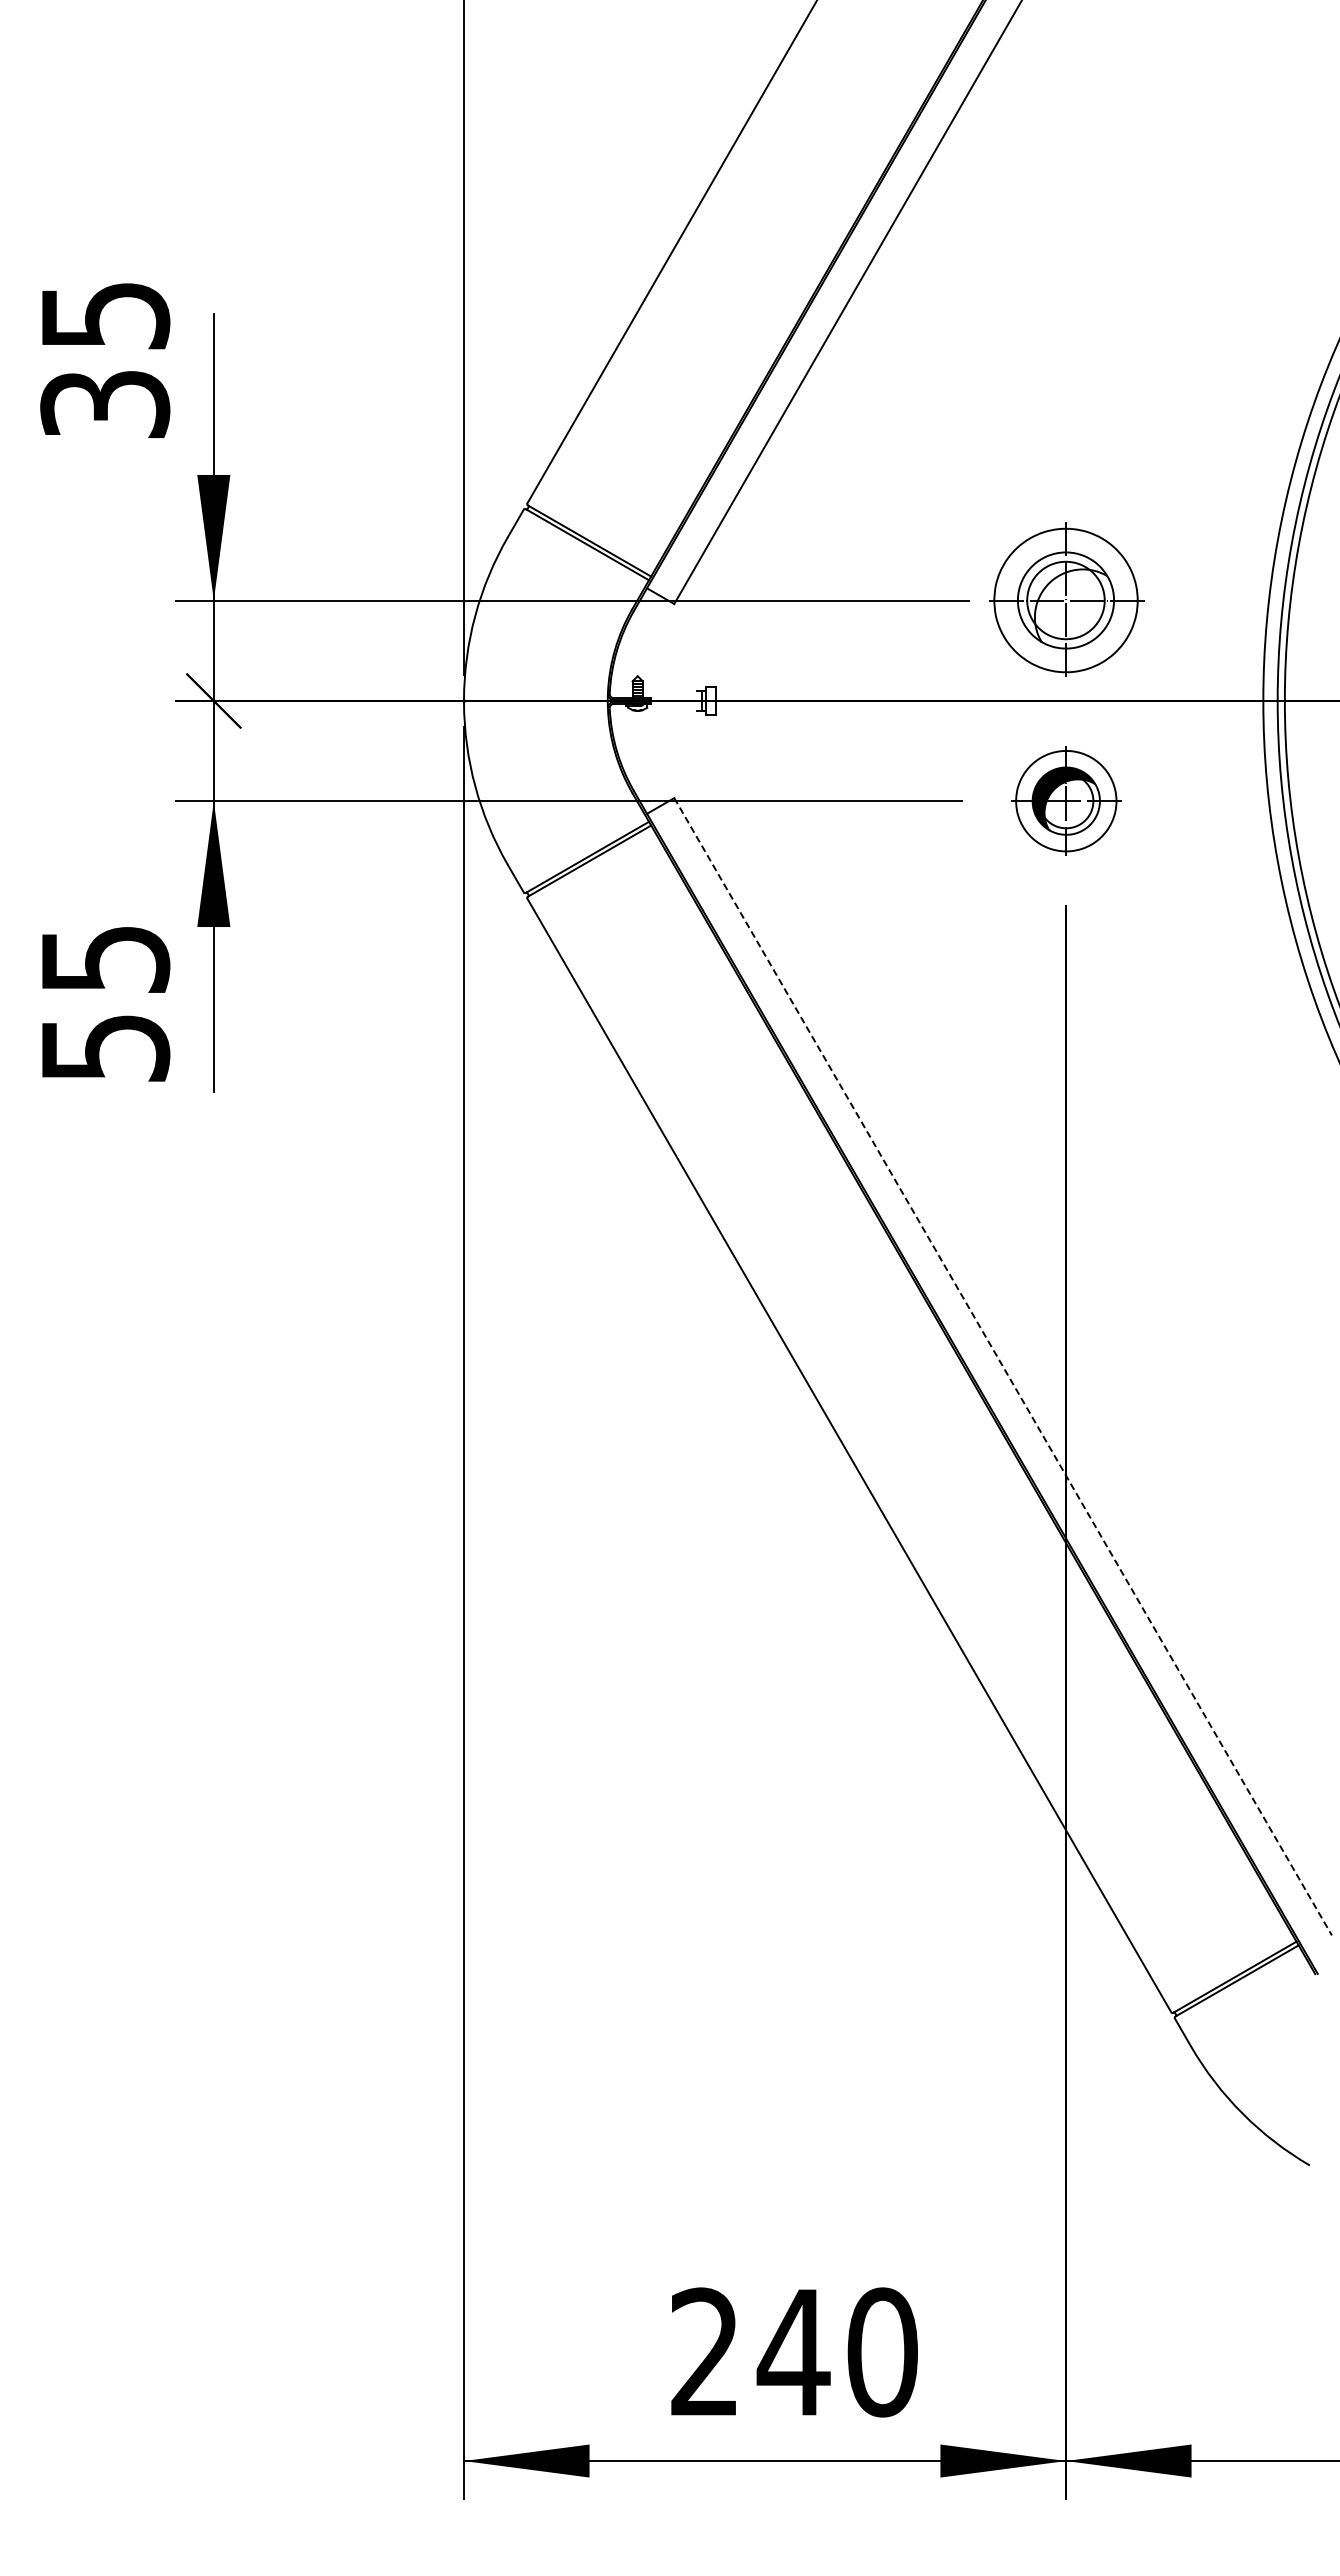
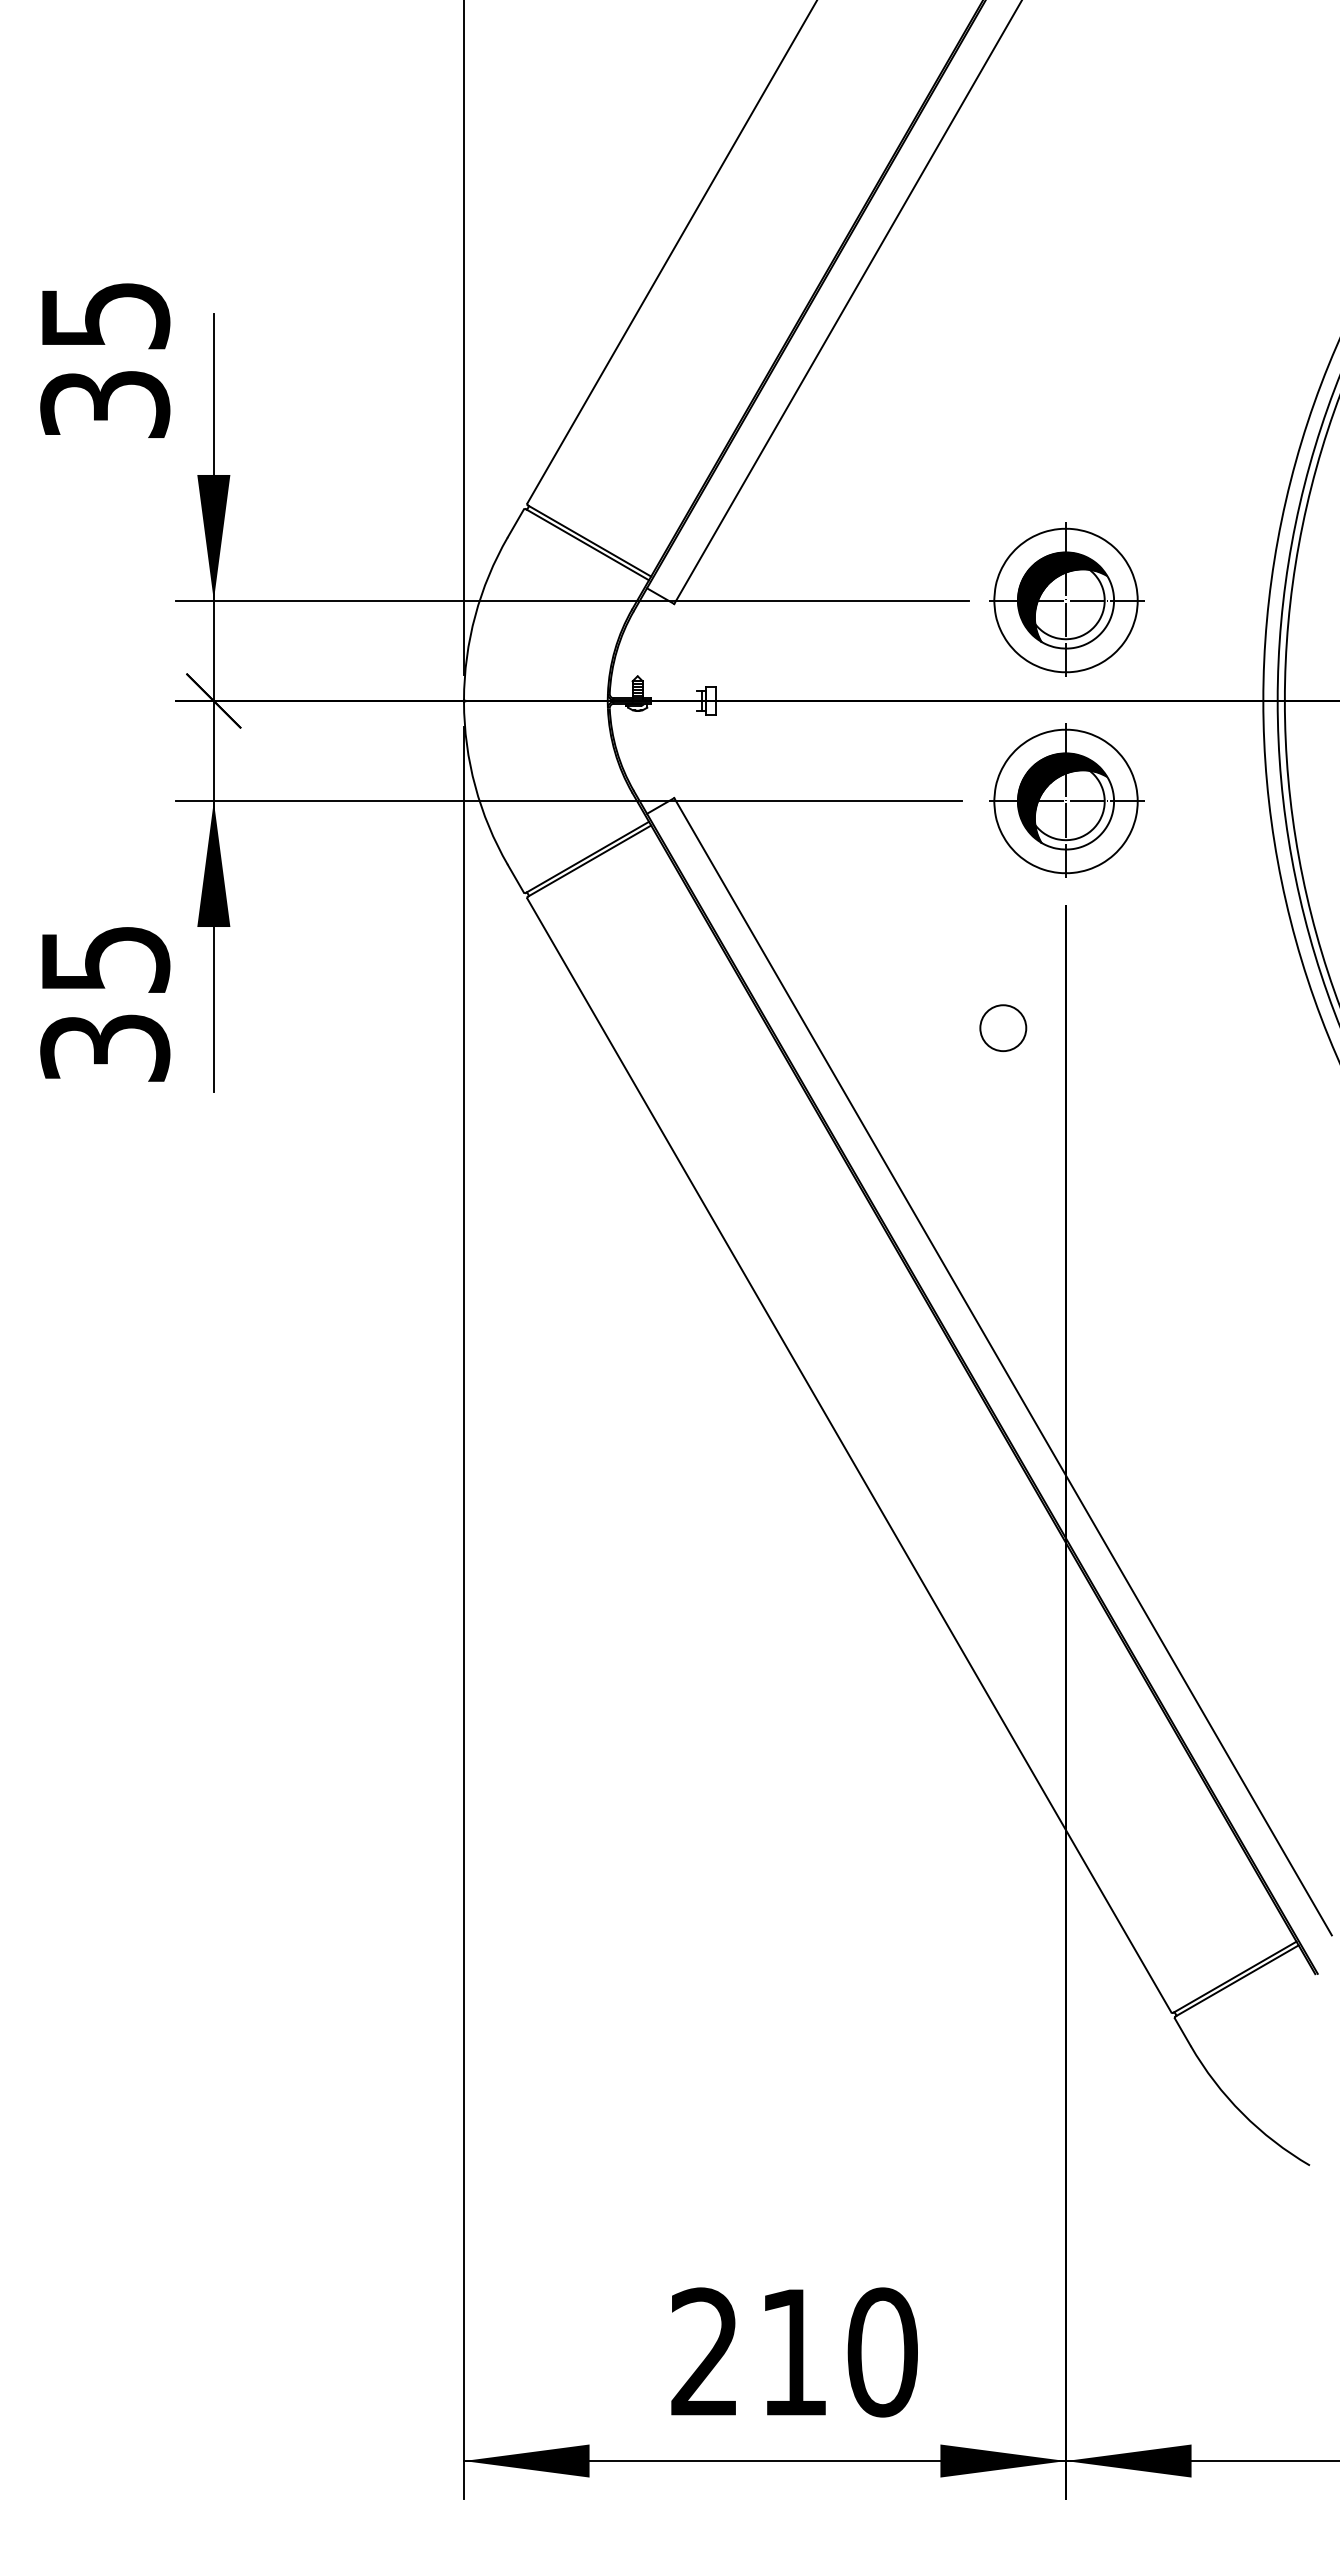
hatch at (1062, 596): none -> present
part at (1066, 800) size: 111x110 px -> 156x155 px
circle at (1003, 1027): none -> present
text at (105, 1047): 55 -> 35
line at (1003, 1366): dashed -> solid
text at (793, 2352): 240 -> 210
